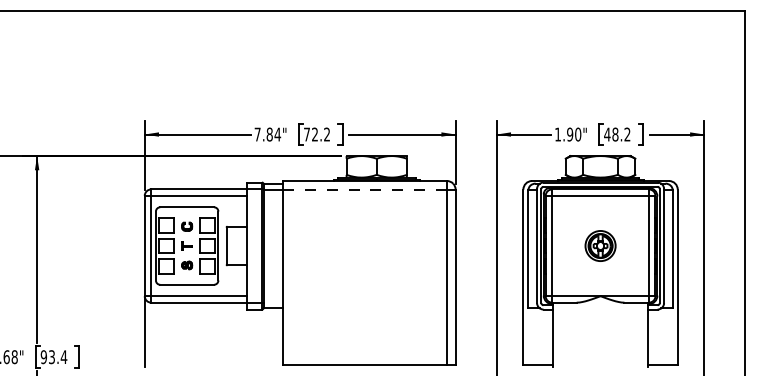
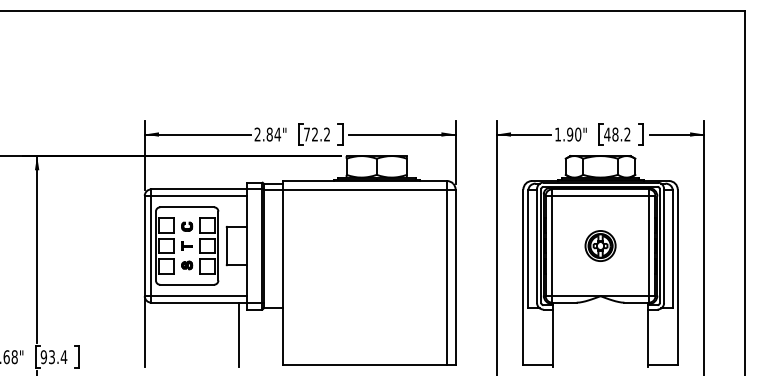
text at (257, 134): 7.84" -> 2.84"
line at (365, 189): dashed -> solid
line at (239, 334): none -> present
